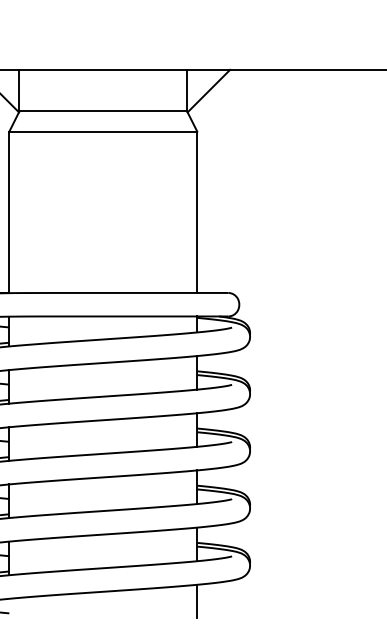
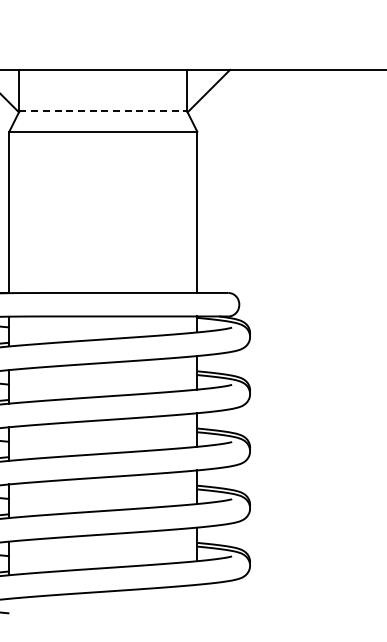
line at (103, 111): solid -> dashed
line at (197, 601): present -> none
